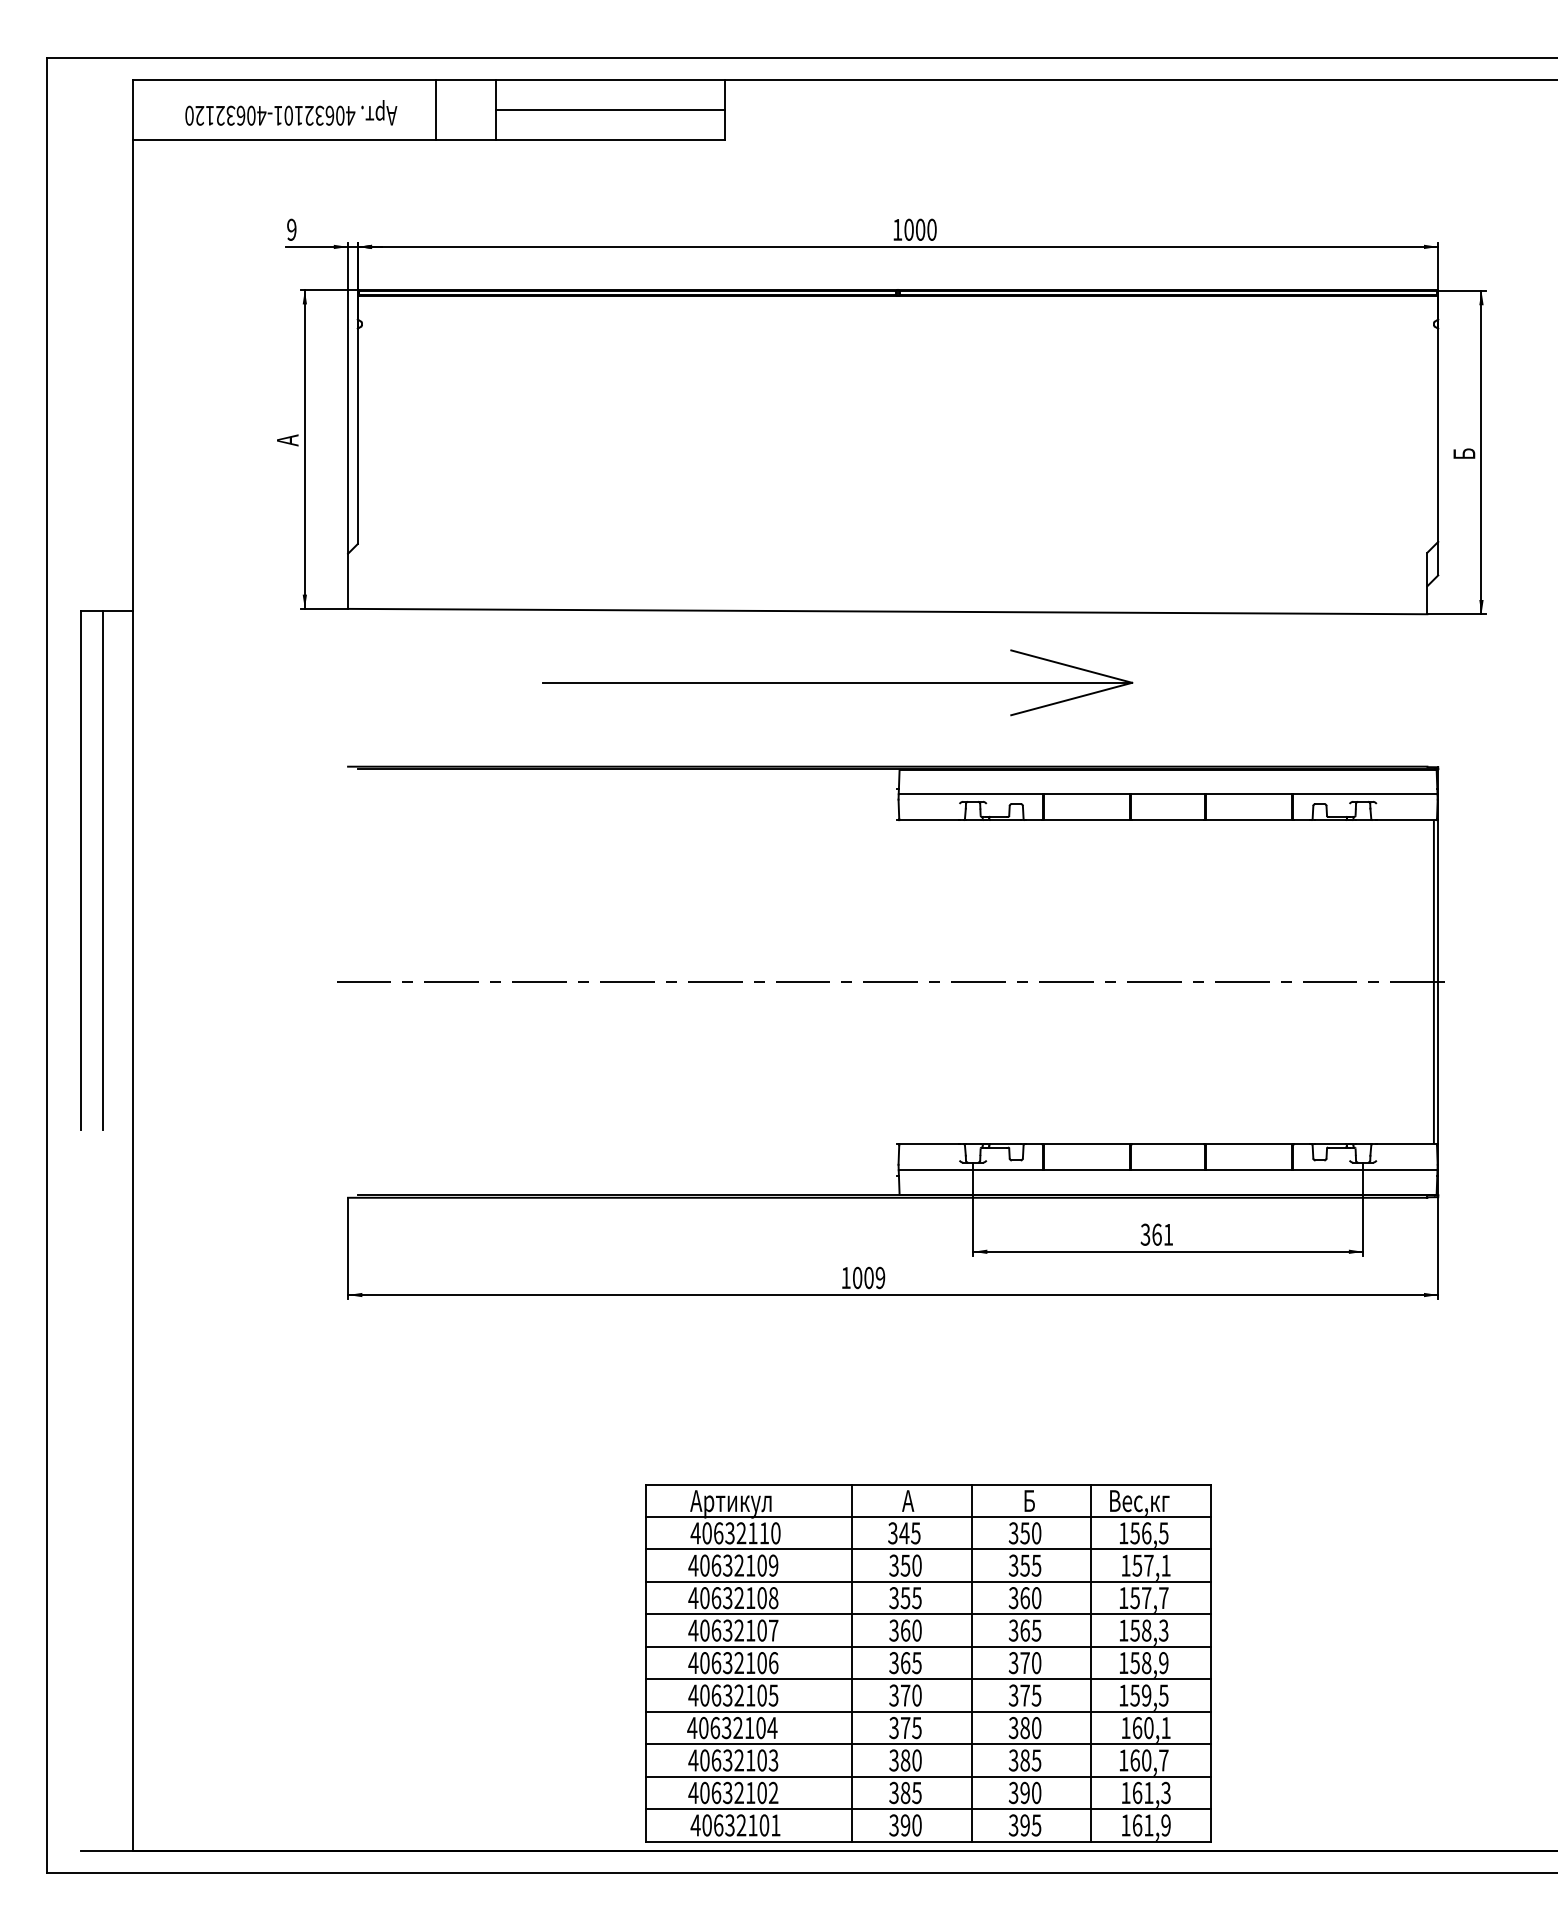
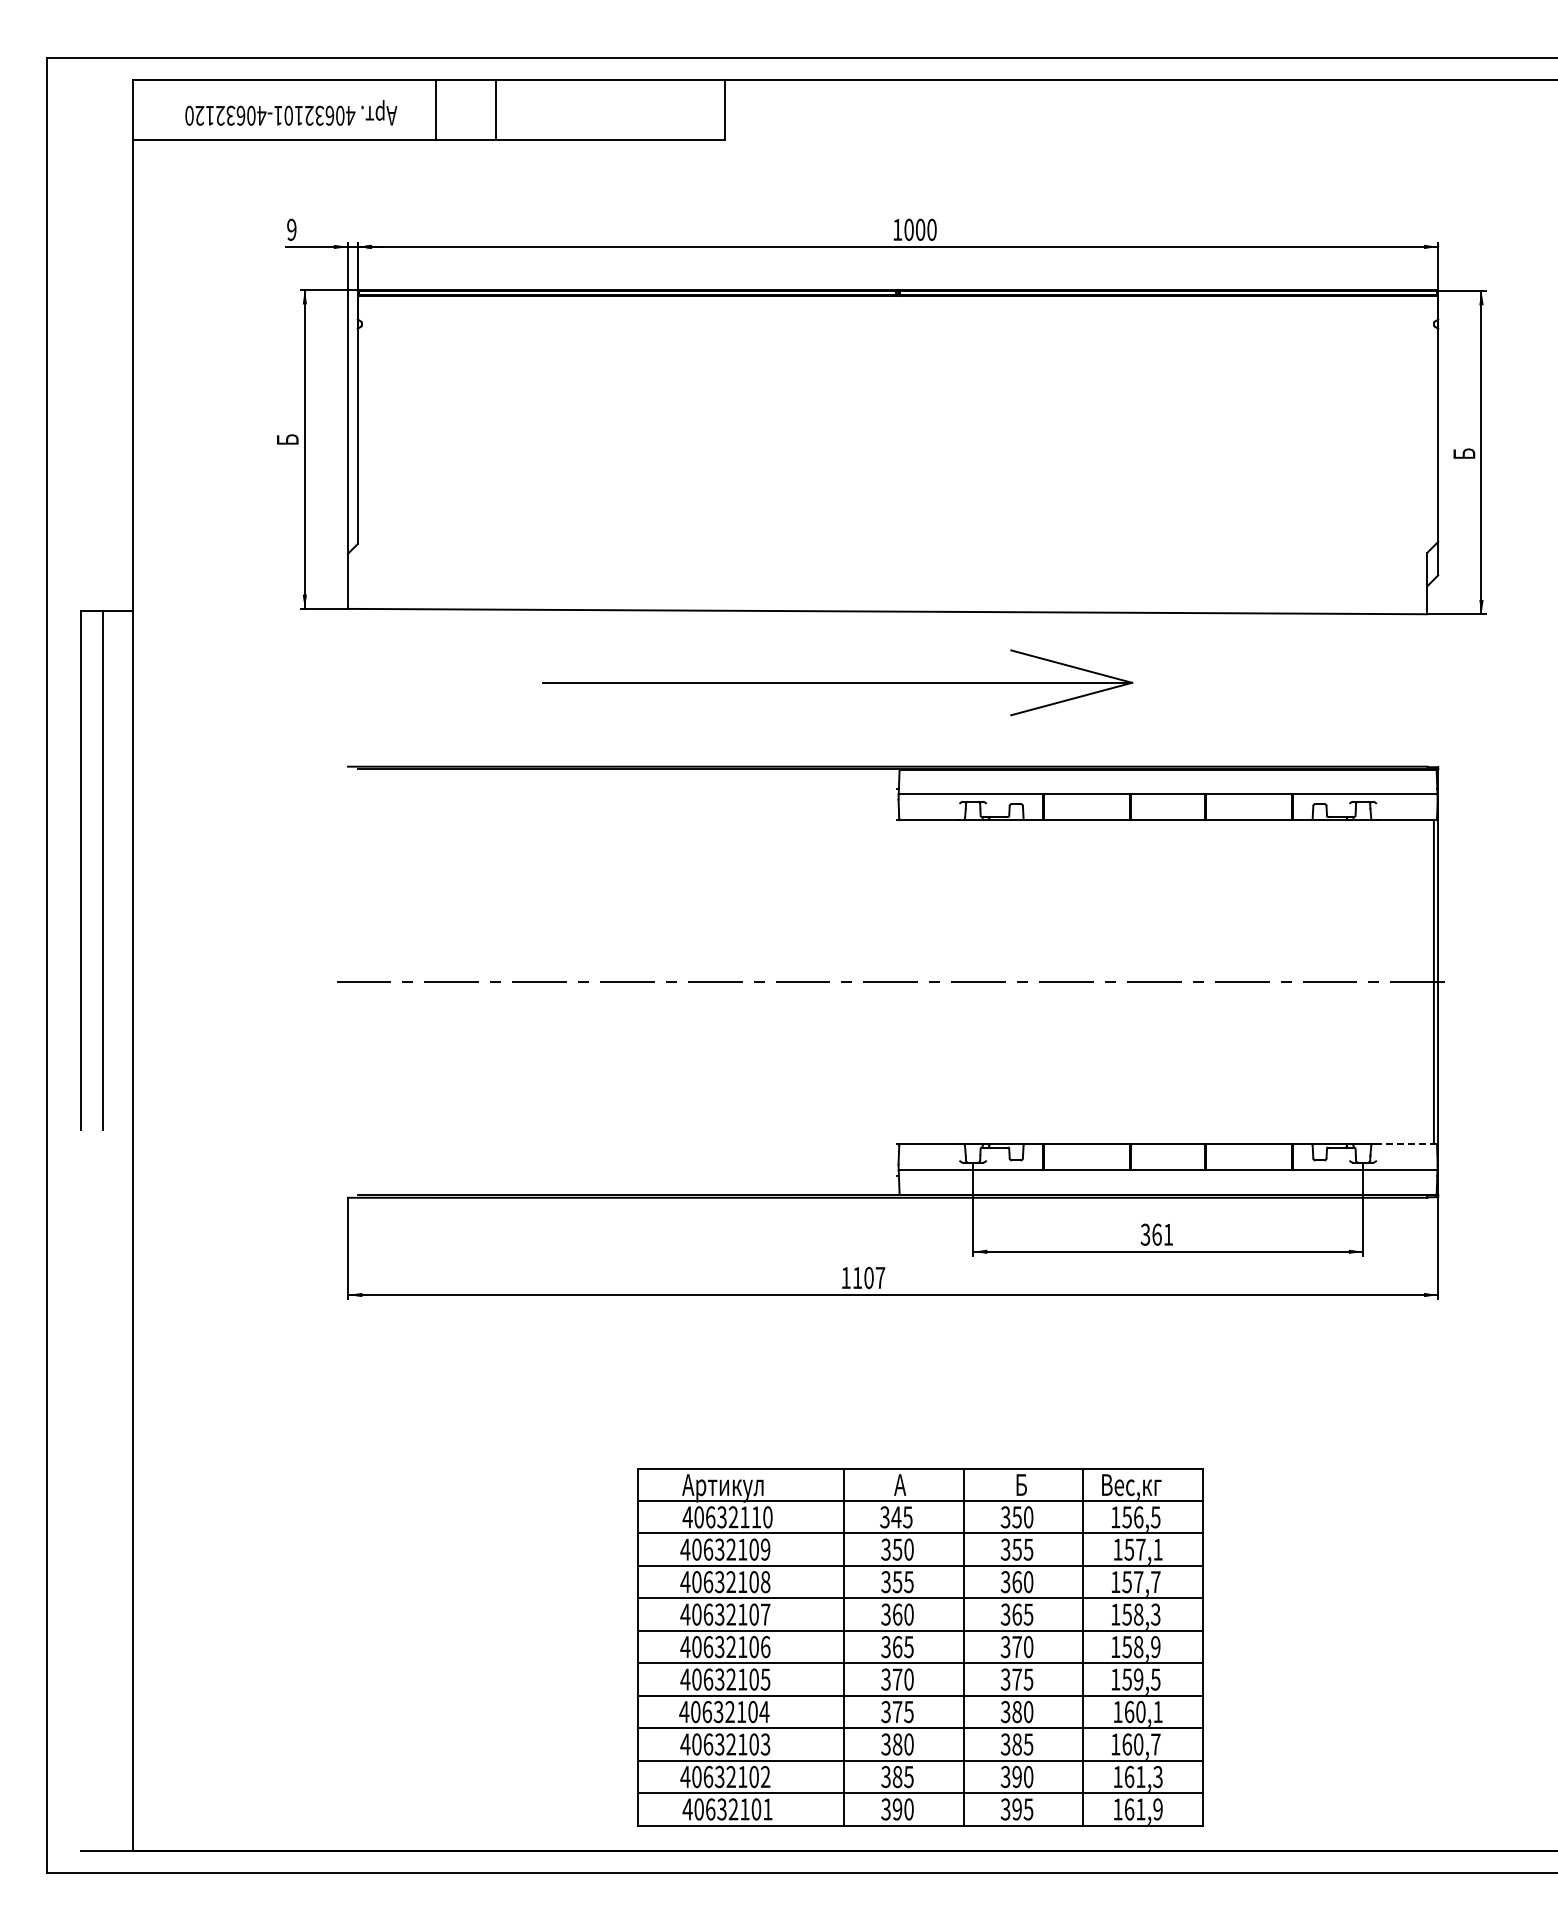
line at (610, 109): present -> none
text at (287, 440): А -> Б
line at (1407, 1144): solid -> dashed
text at (869, 1277): 1009 -> 1107
part at (928, 1663) position: (928, 1663) -> (920, 1647)
